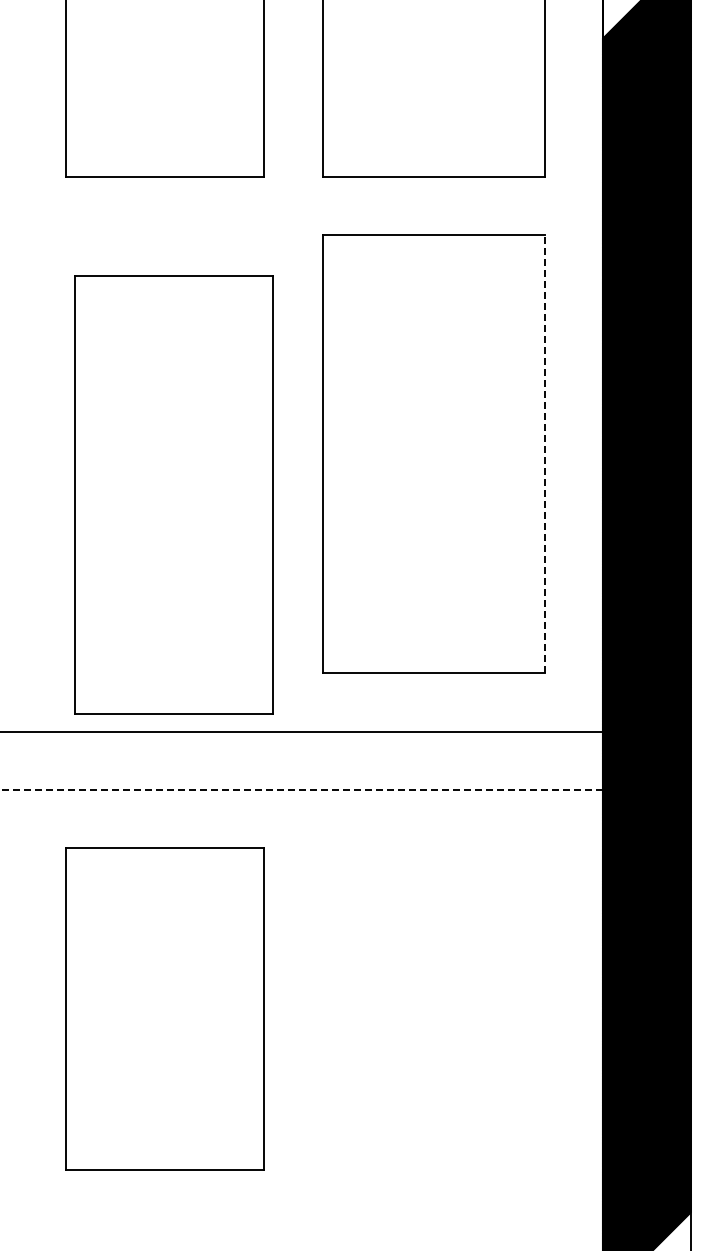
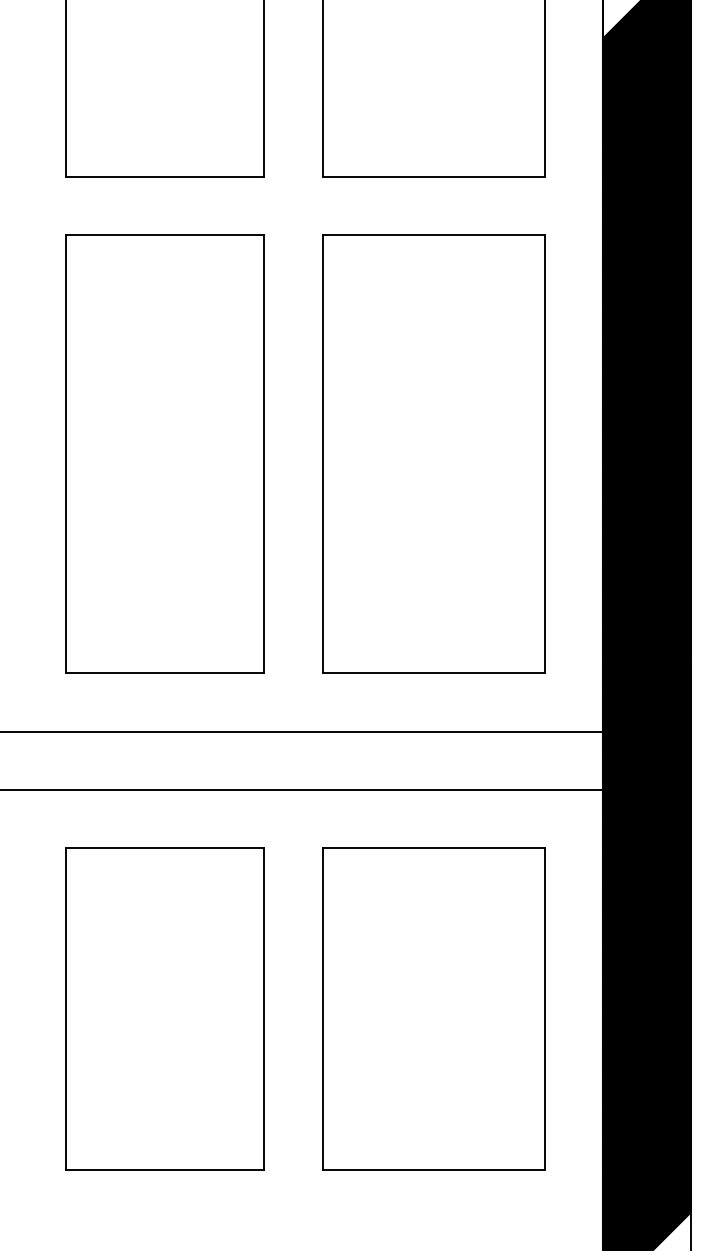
line at (544, 453): dashed -> solid
part at (173, 494) position: (173, 494) -> (164, 453)
line at (301, 790): dashed -> solid
part at (433, 1008): none -> present
